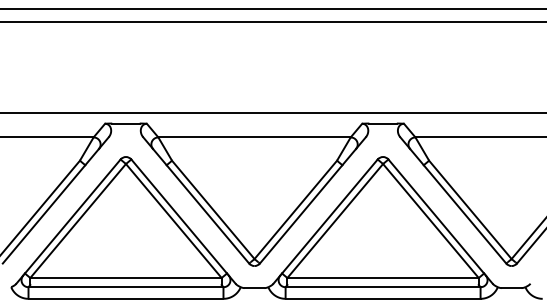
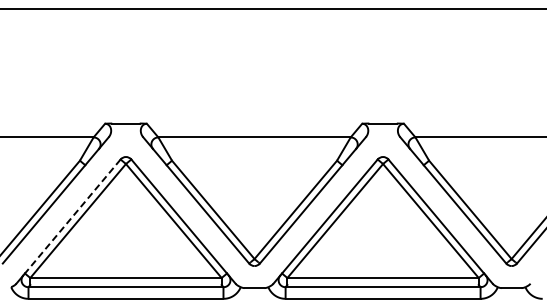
line at (272, 21): present -> none
line at (272, 113): present -> none
line at (72, 216): solid -> dashed
